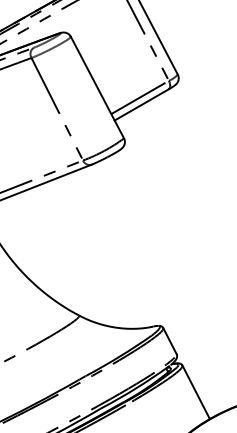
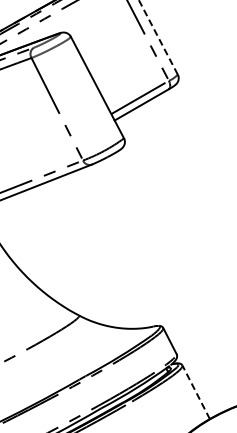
line at (158, 37): solid -> dashed
line at (195, 391): solid -> dashed
